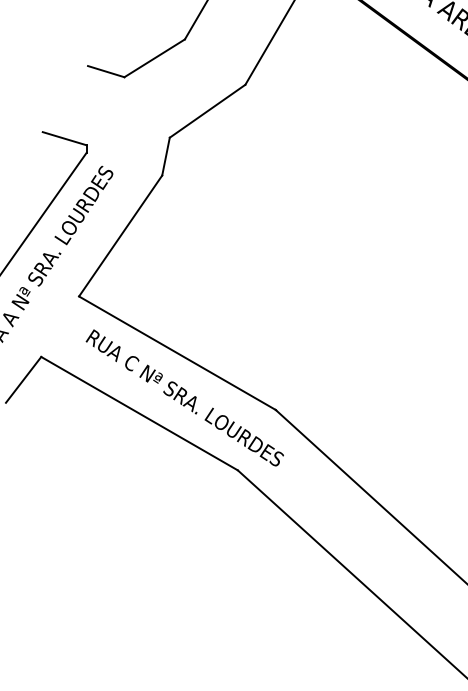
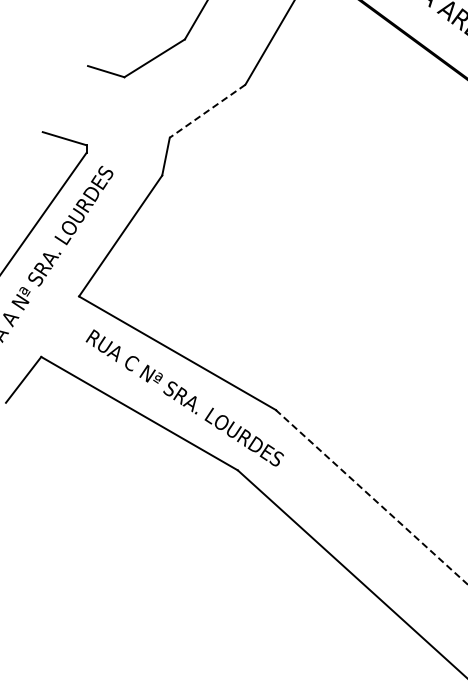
line at (207, 111): solid -> dashed
line at (371, 497): solid -> dashed
